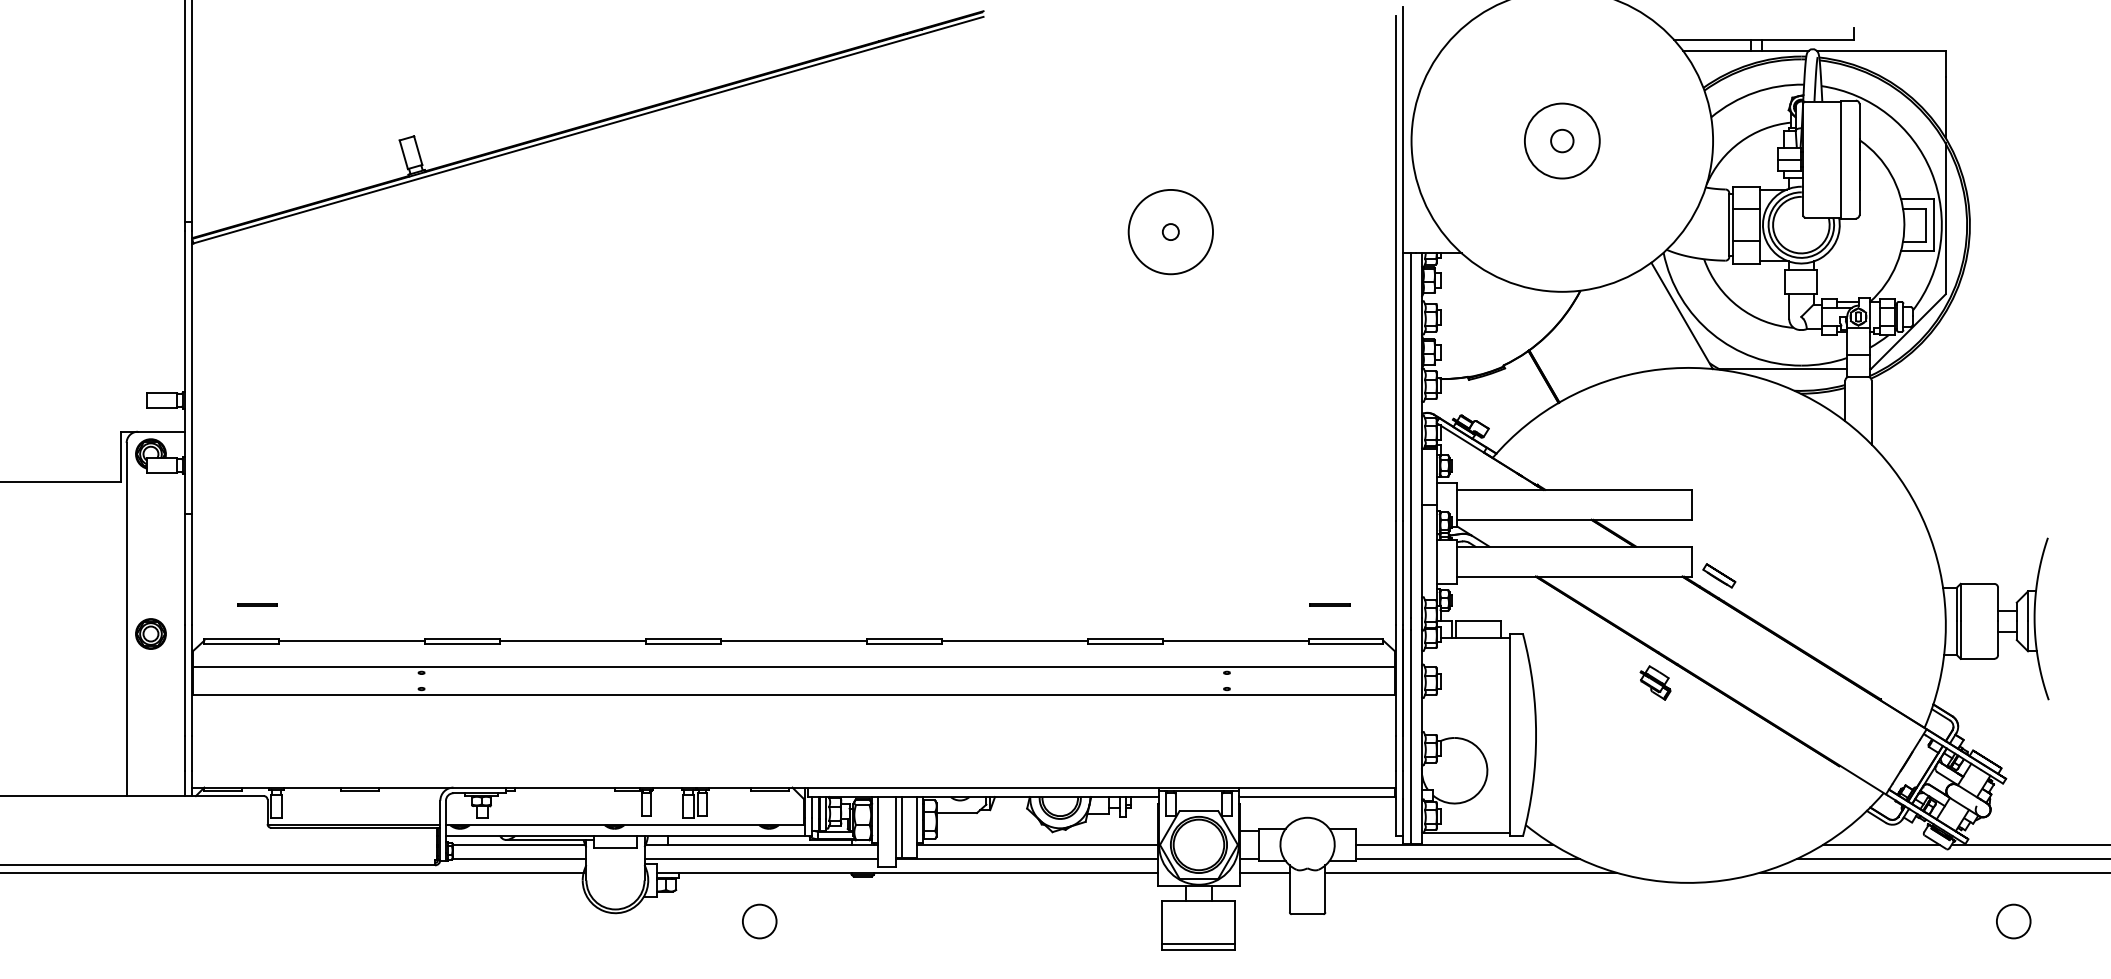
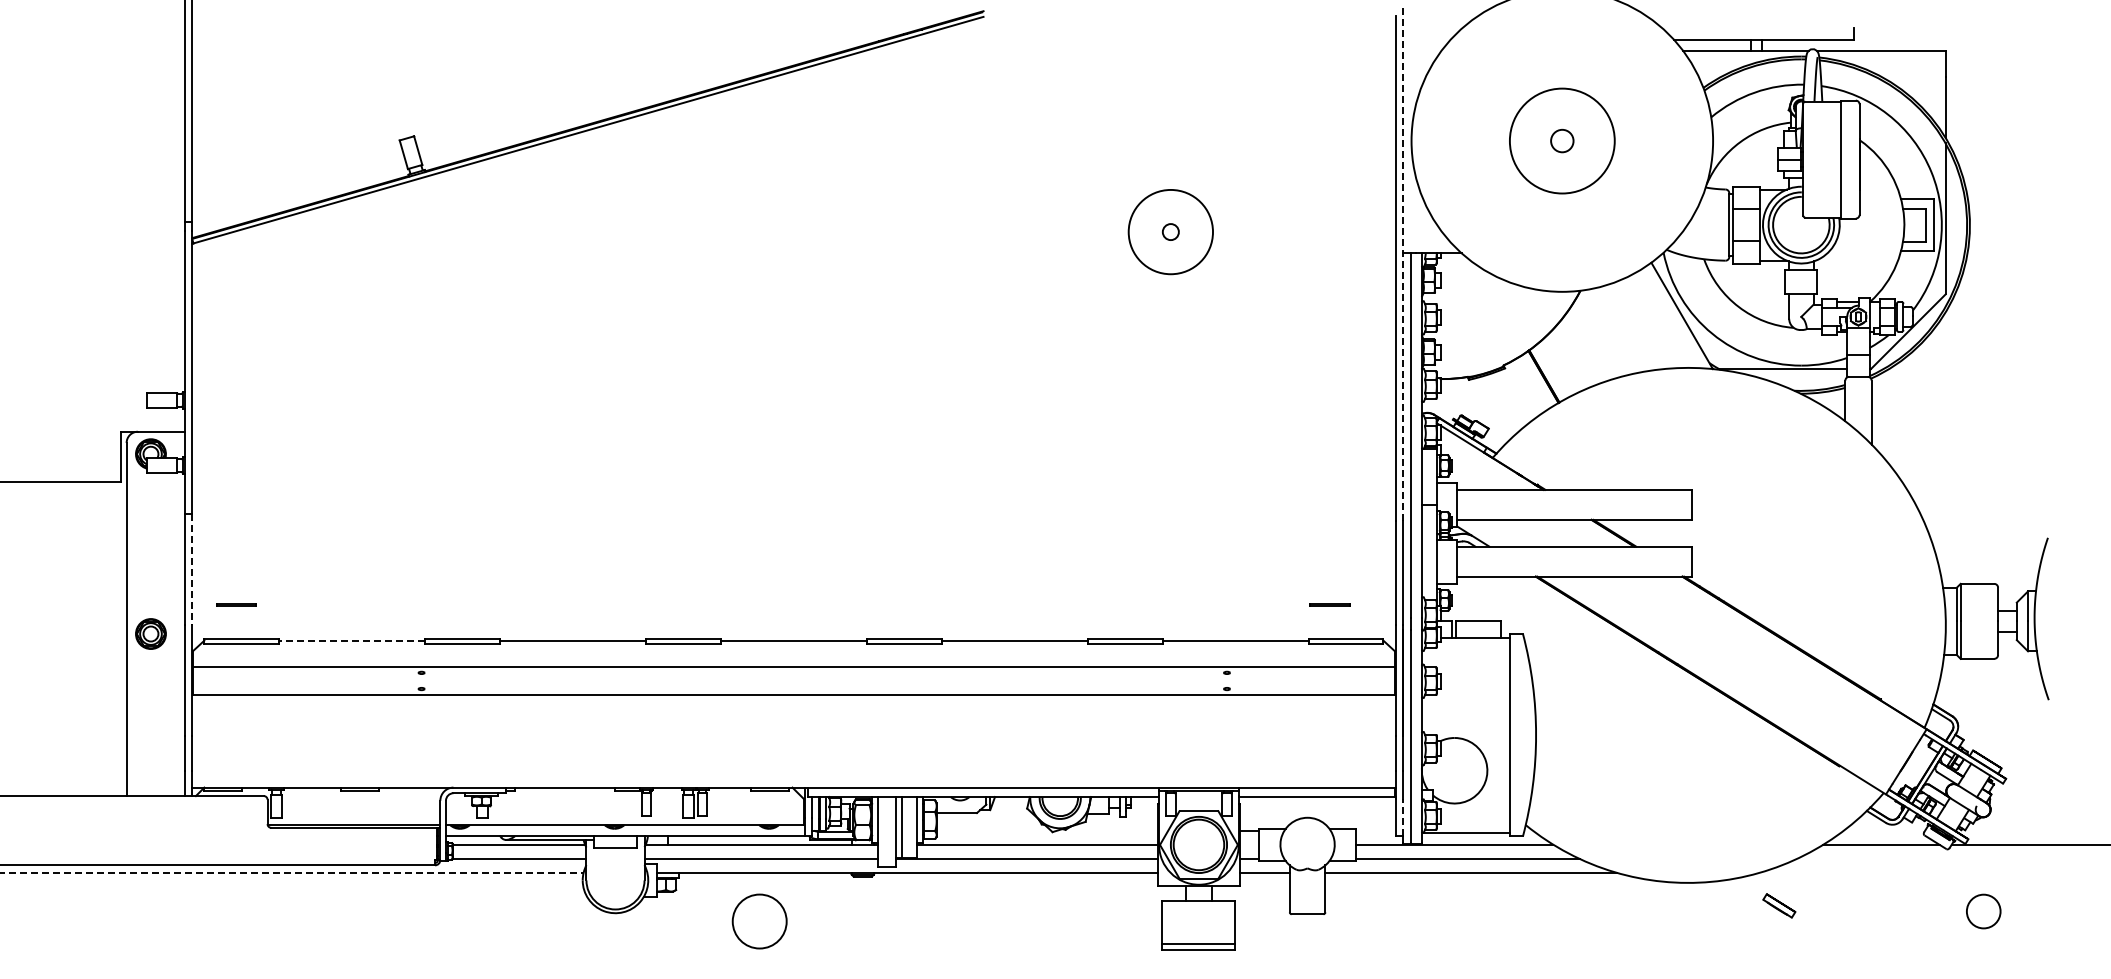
circle at (1561, 140) diameter: 75 px -> 105 px
line at (1403, 264): solid -> dashed
line at (192, 569): solid -> dashed
part at (1719, 575) position: (1719, 575) -> (1779, 905)
line at (257, 604) position: (257, 604) -> (236, 604)
line at (351, 640): solid -> dashed
part at (1655, 682): present -> none
line at (1403, 817): solid -> dashed
line at (1952, 858): present -> none
line at (292, 872): solid -> dashed
line at (1933, 872): present -> none
circle at (759, 921) diameter: 34 px -> 54 px
circle at (2013, 921) position: (2013, 921) -> (1983, 911)
